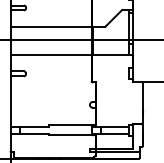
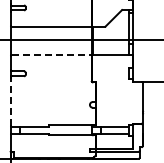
line at (52, 55): solid -> dashed
line at (10, 101): solid -> dashed
